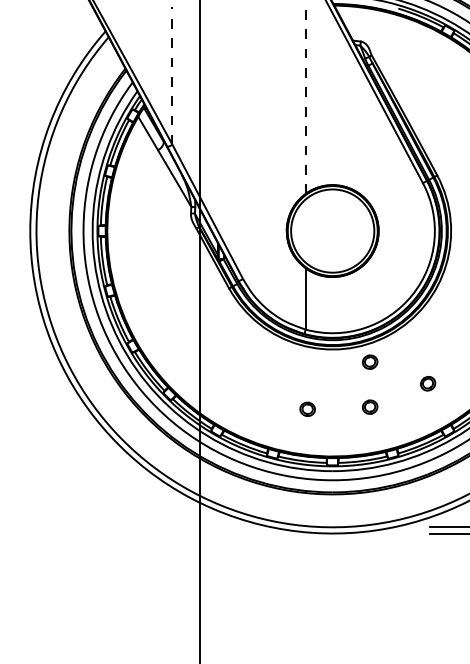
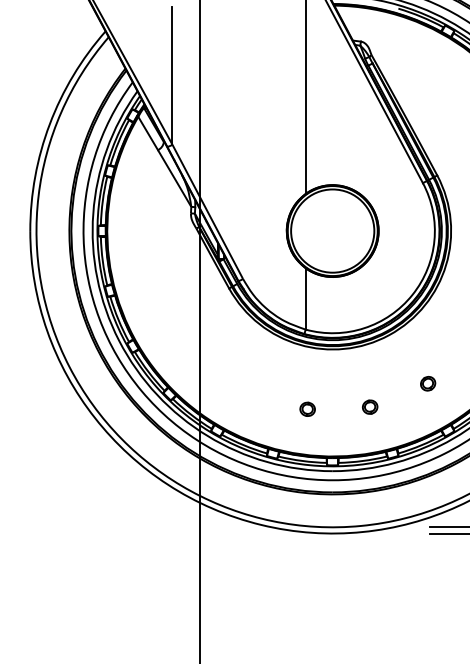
line at (172, 75): dashed -> solid
line at (305, 97): dashed -> solid
part at (370, 361): present -> none
